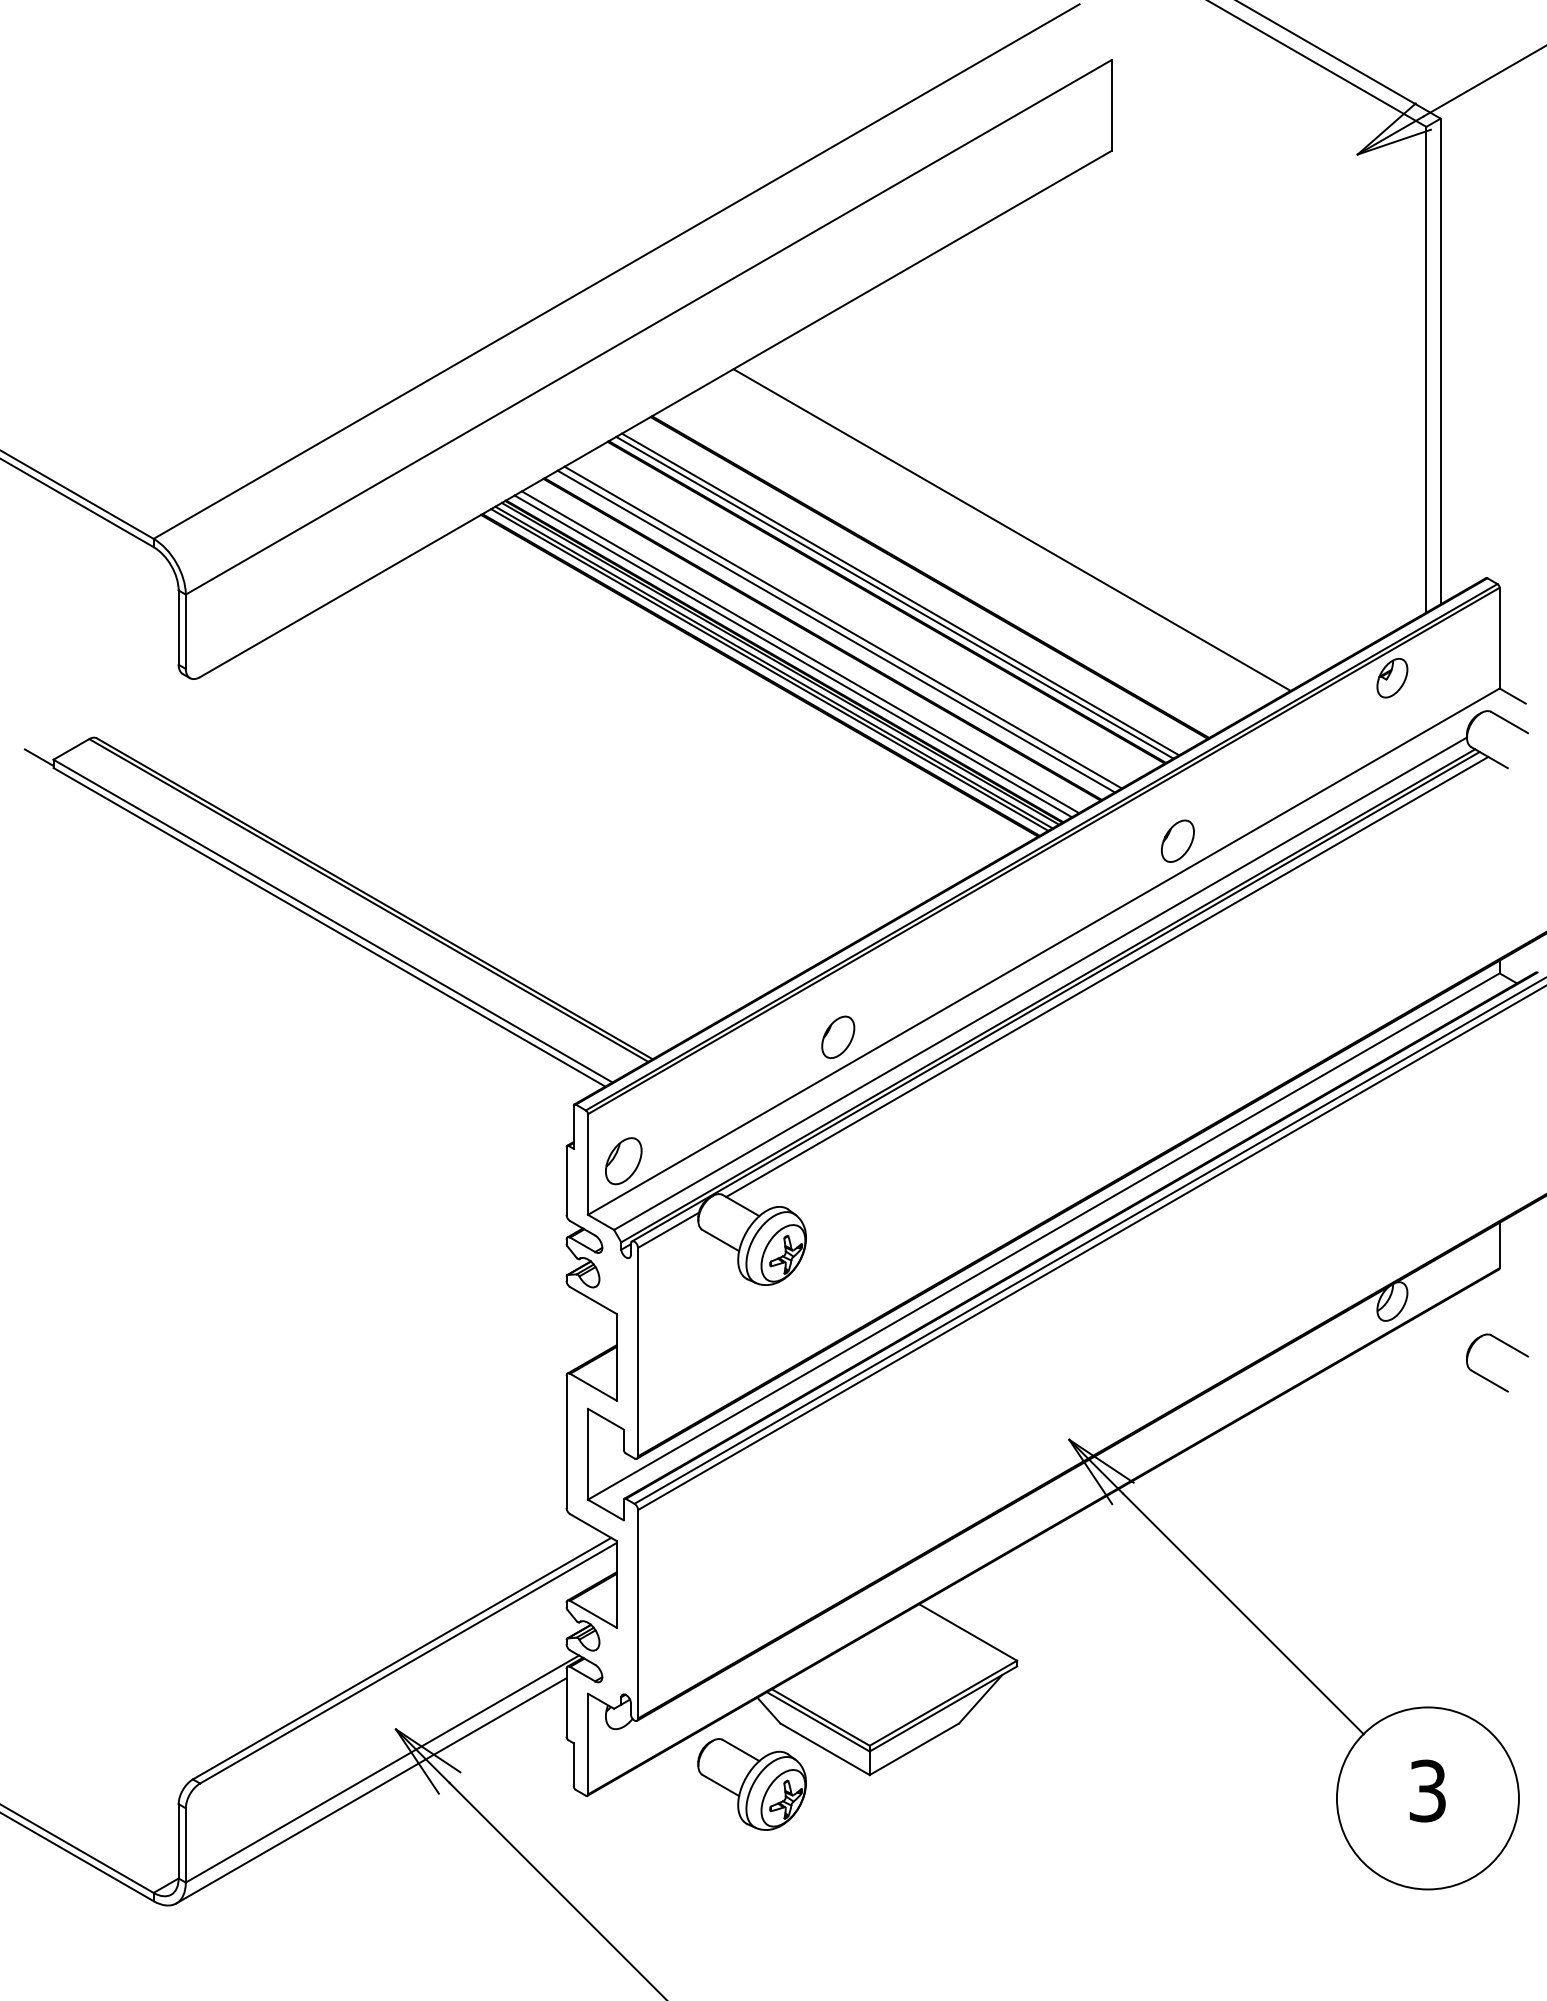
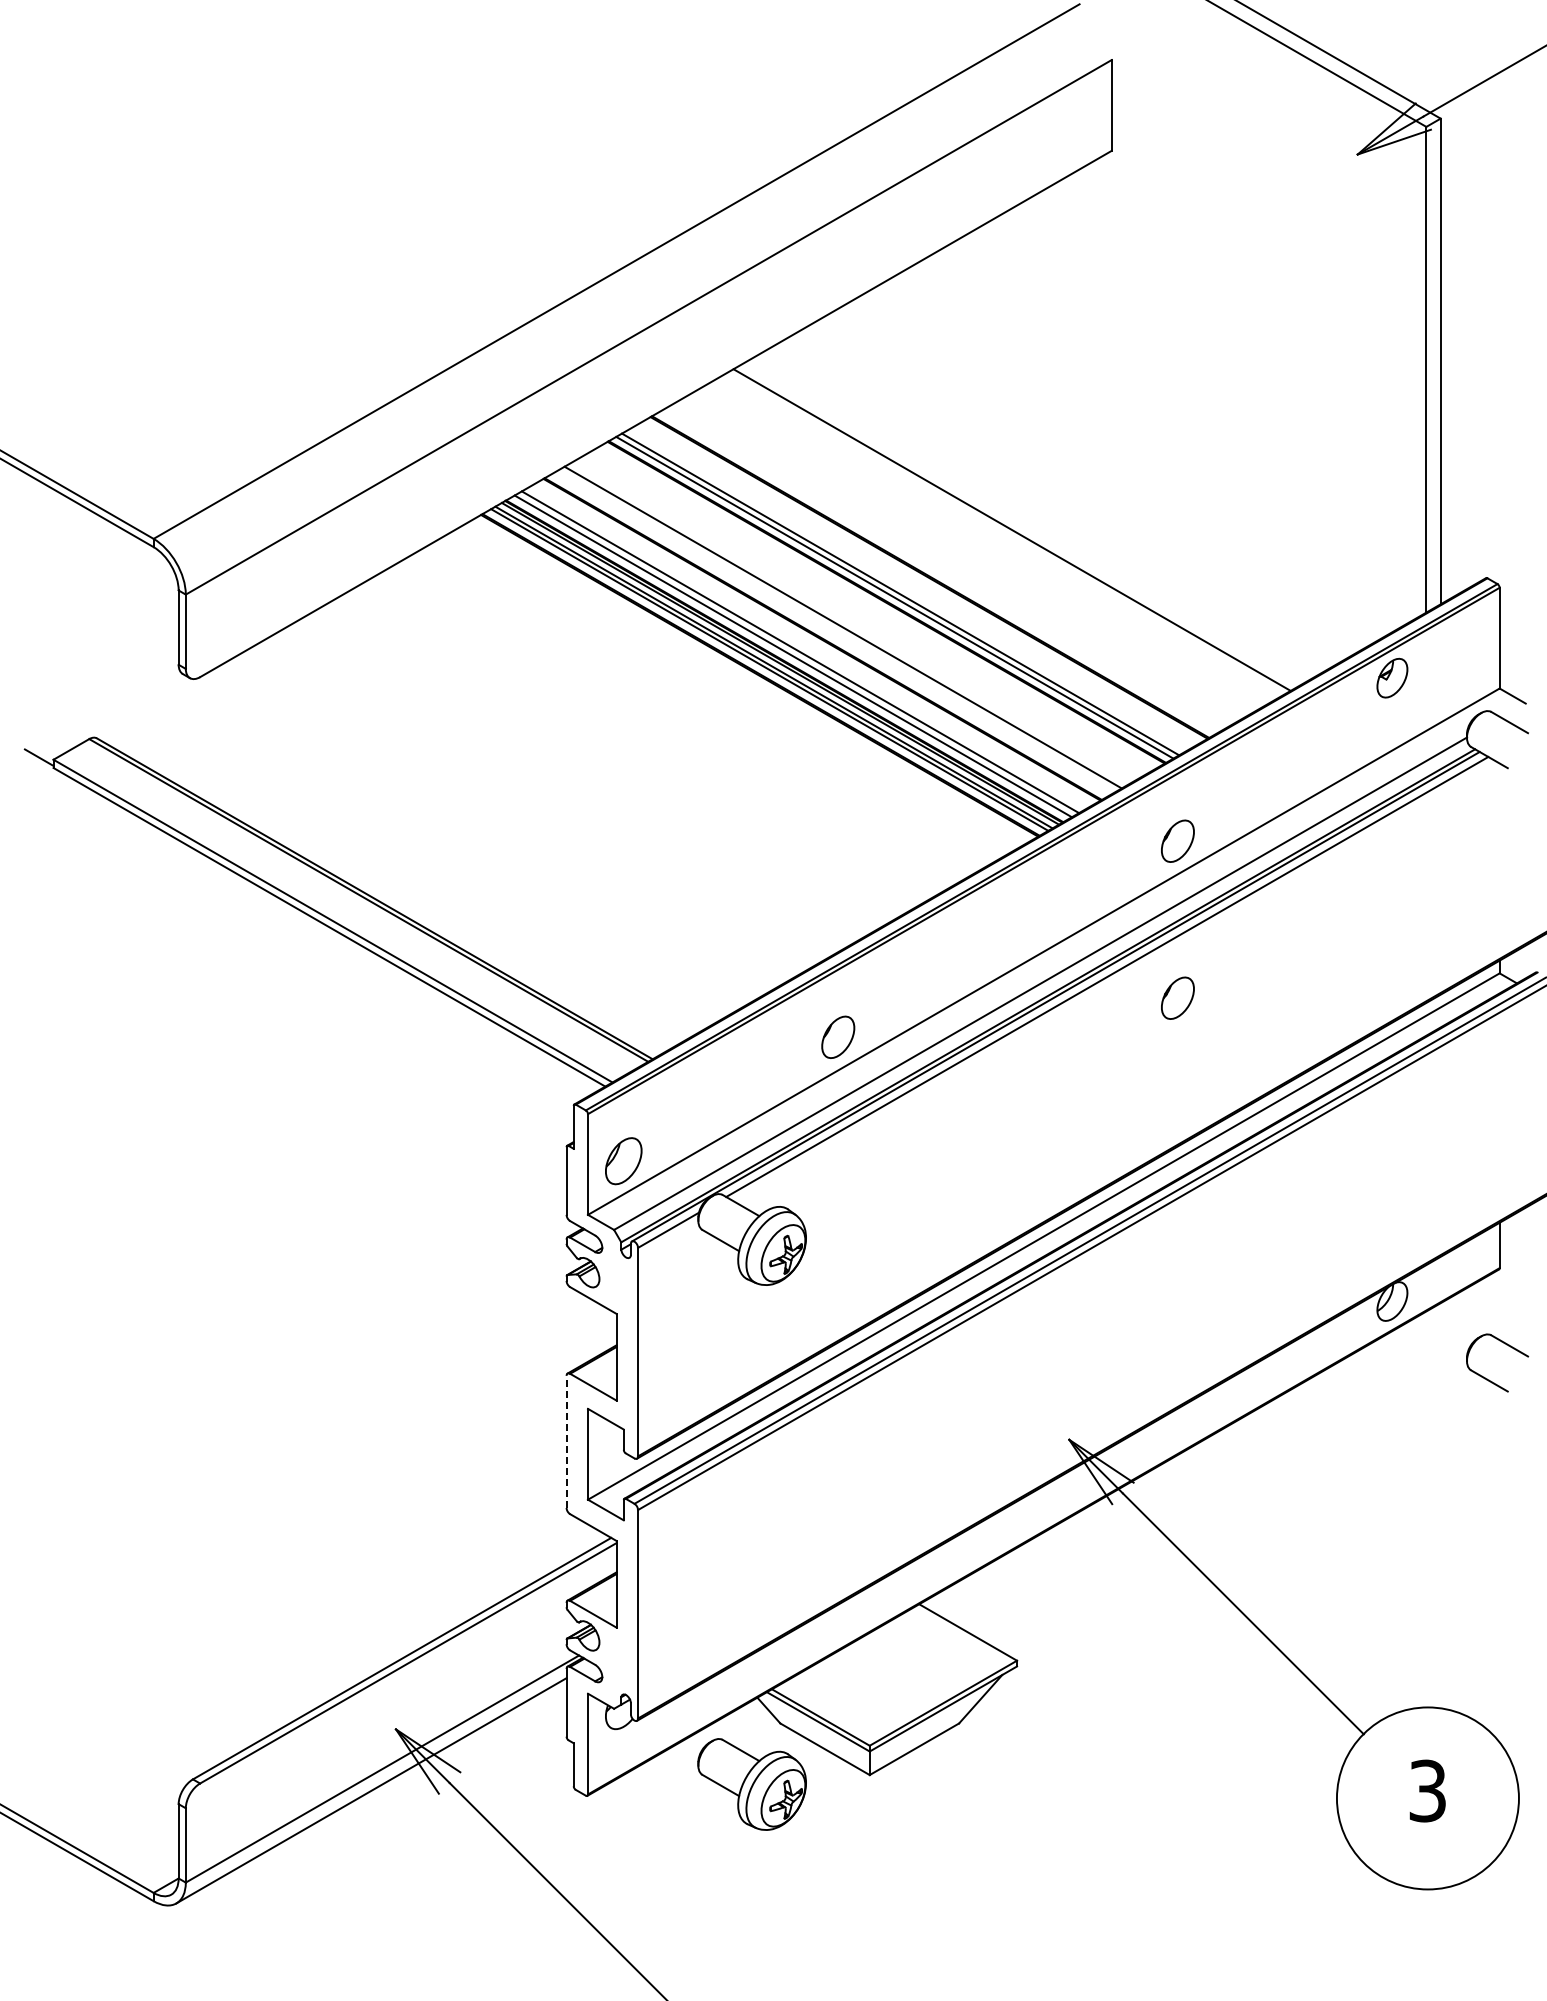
line at (835, 631): present -> none
part at (1177, 997): none -> present
line at (566, 1441): solid -> dashed
